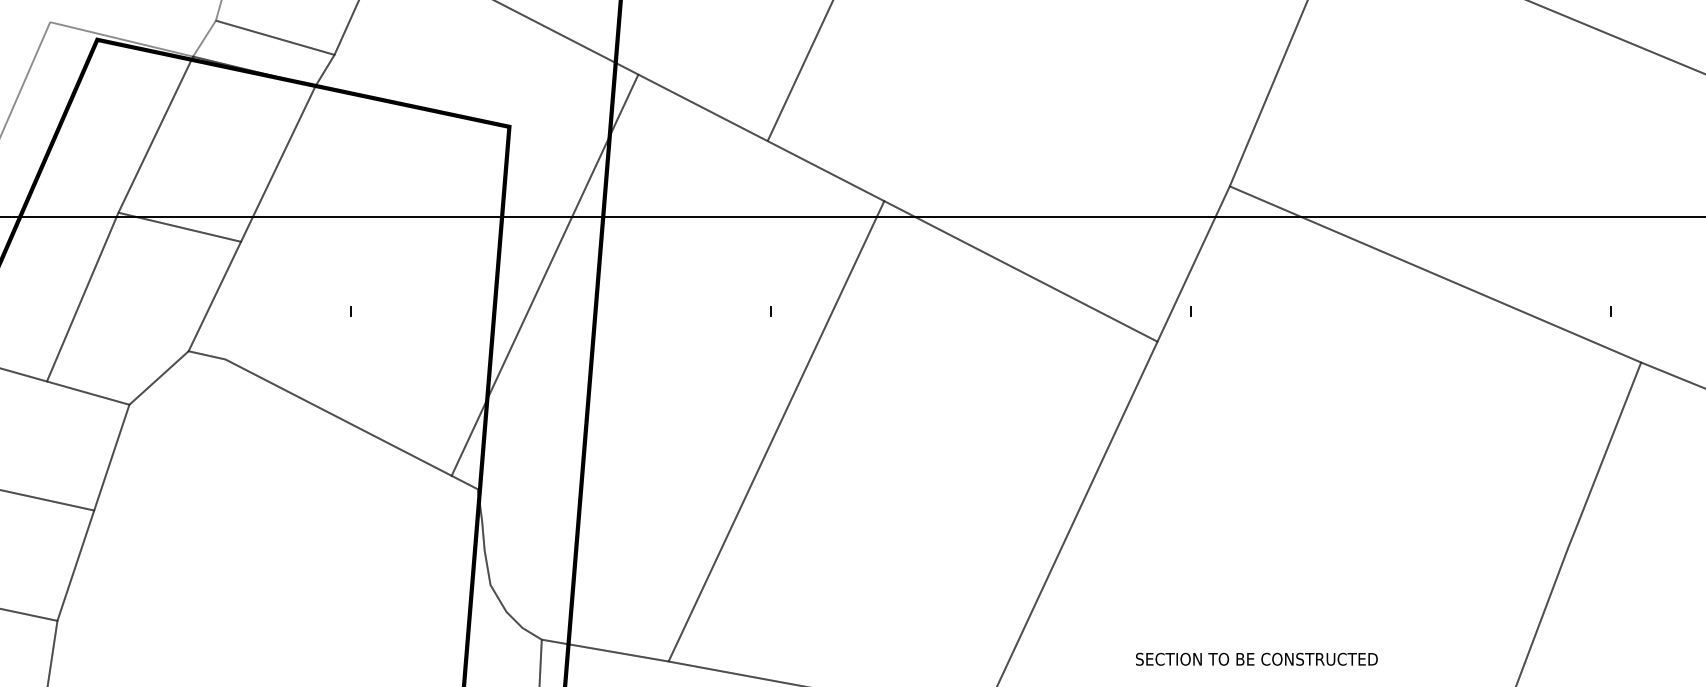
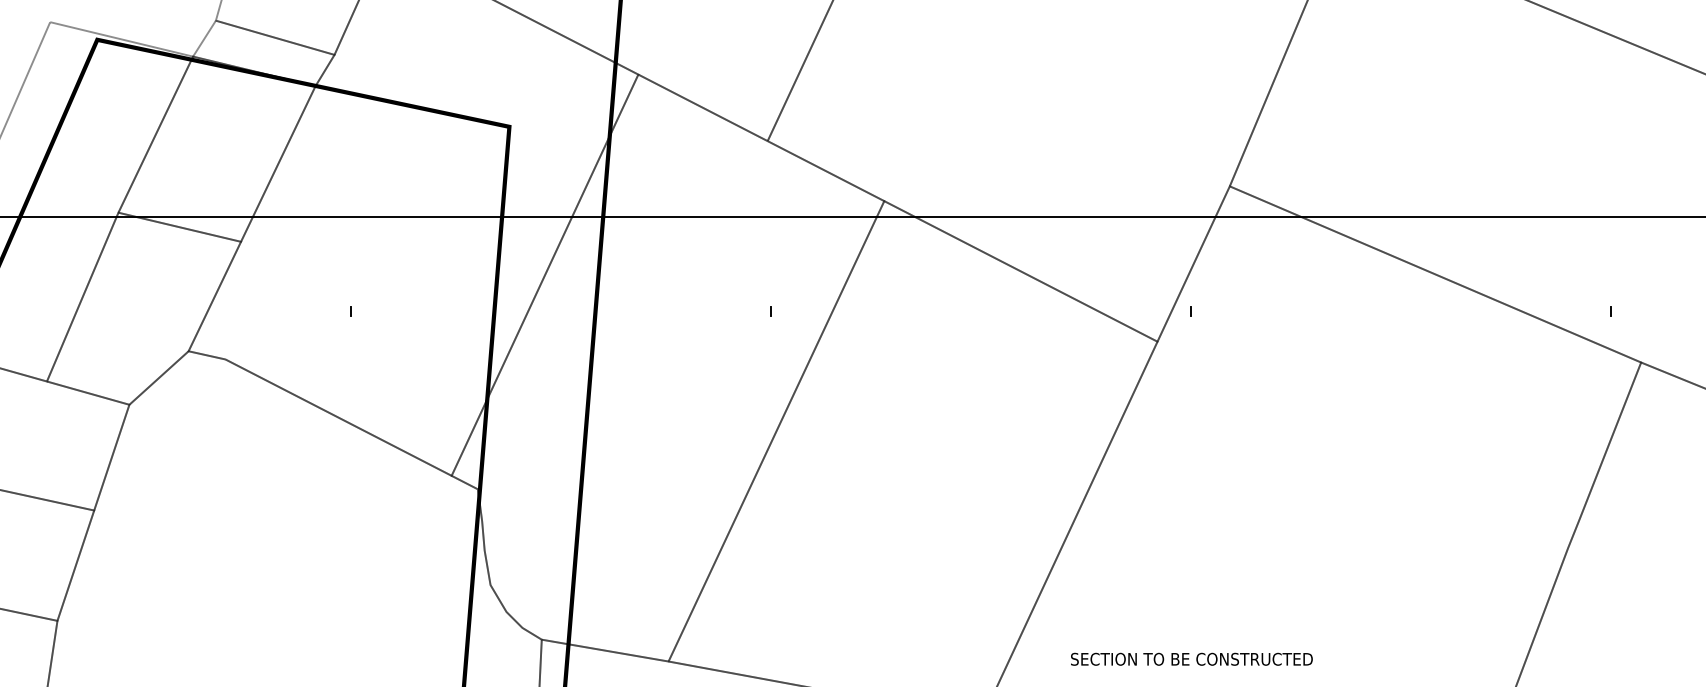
text at (1256, 658) position: (1256, 658) -> (1191, 658)
